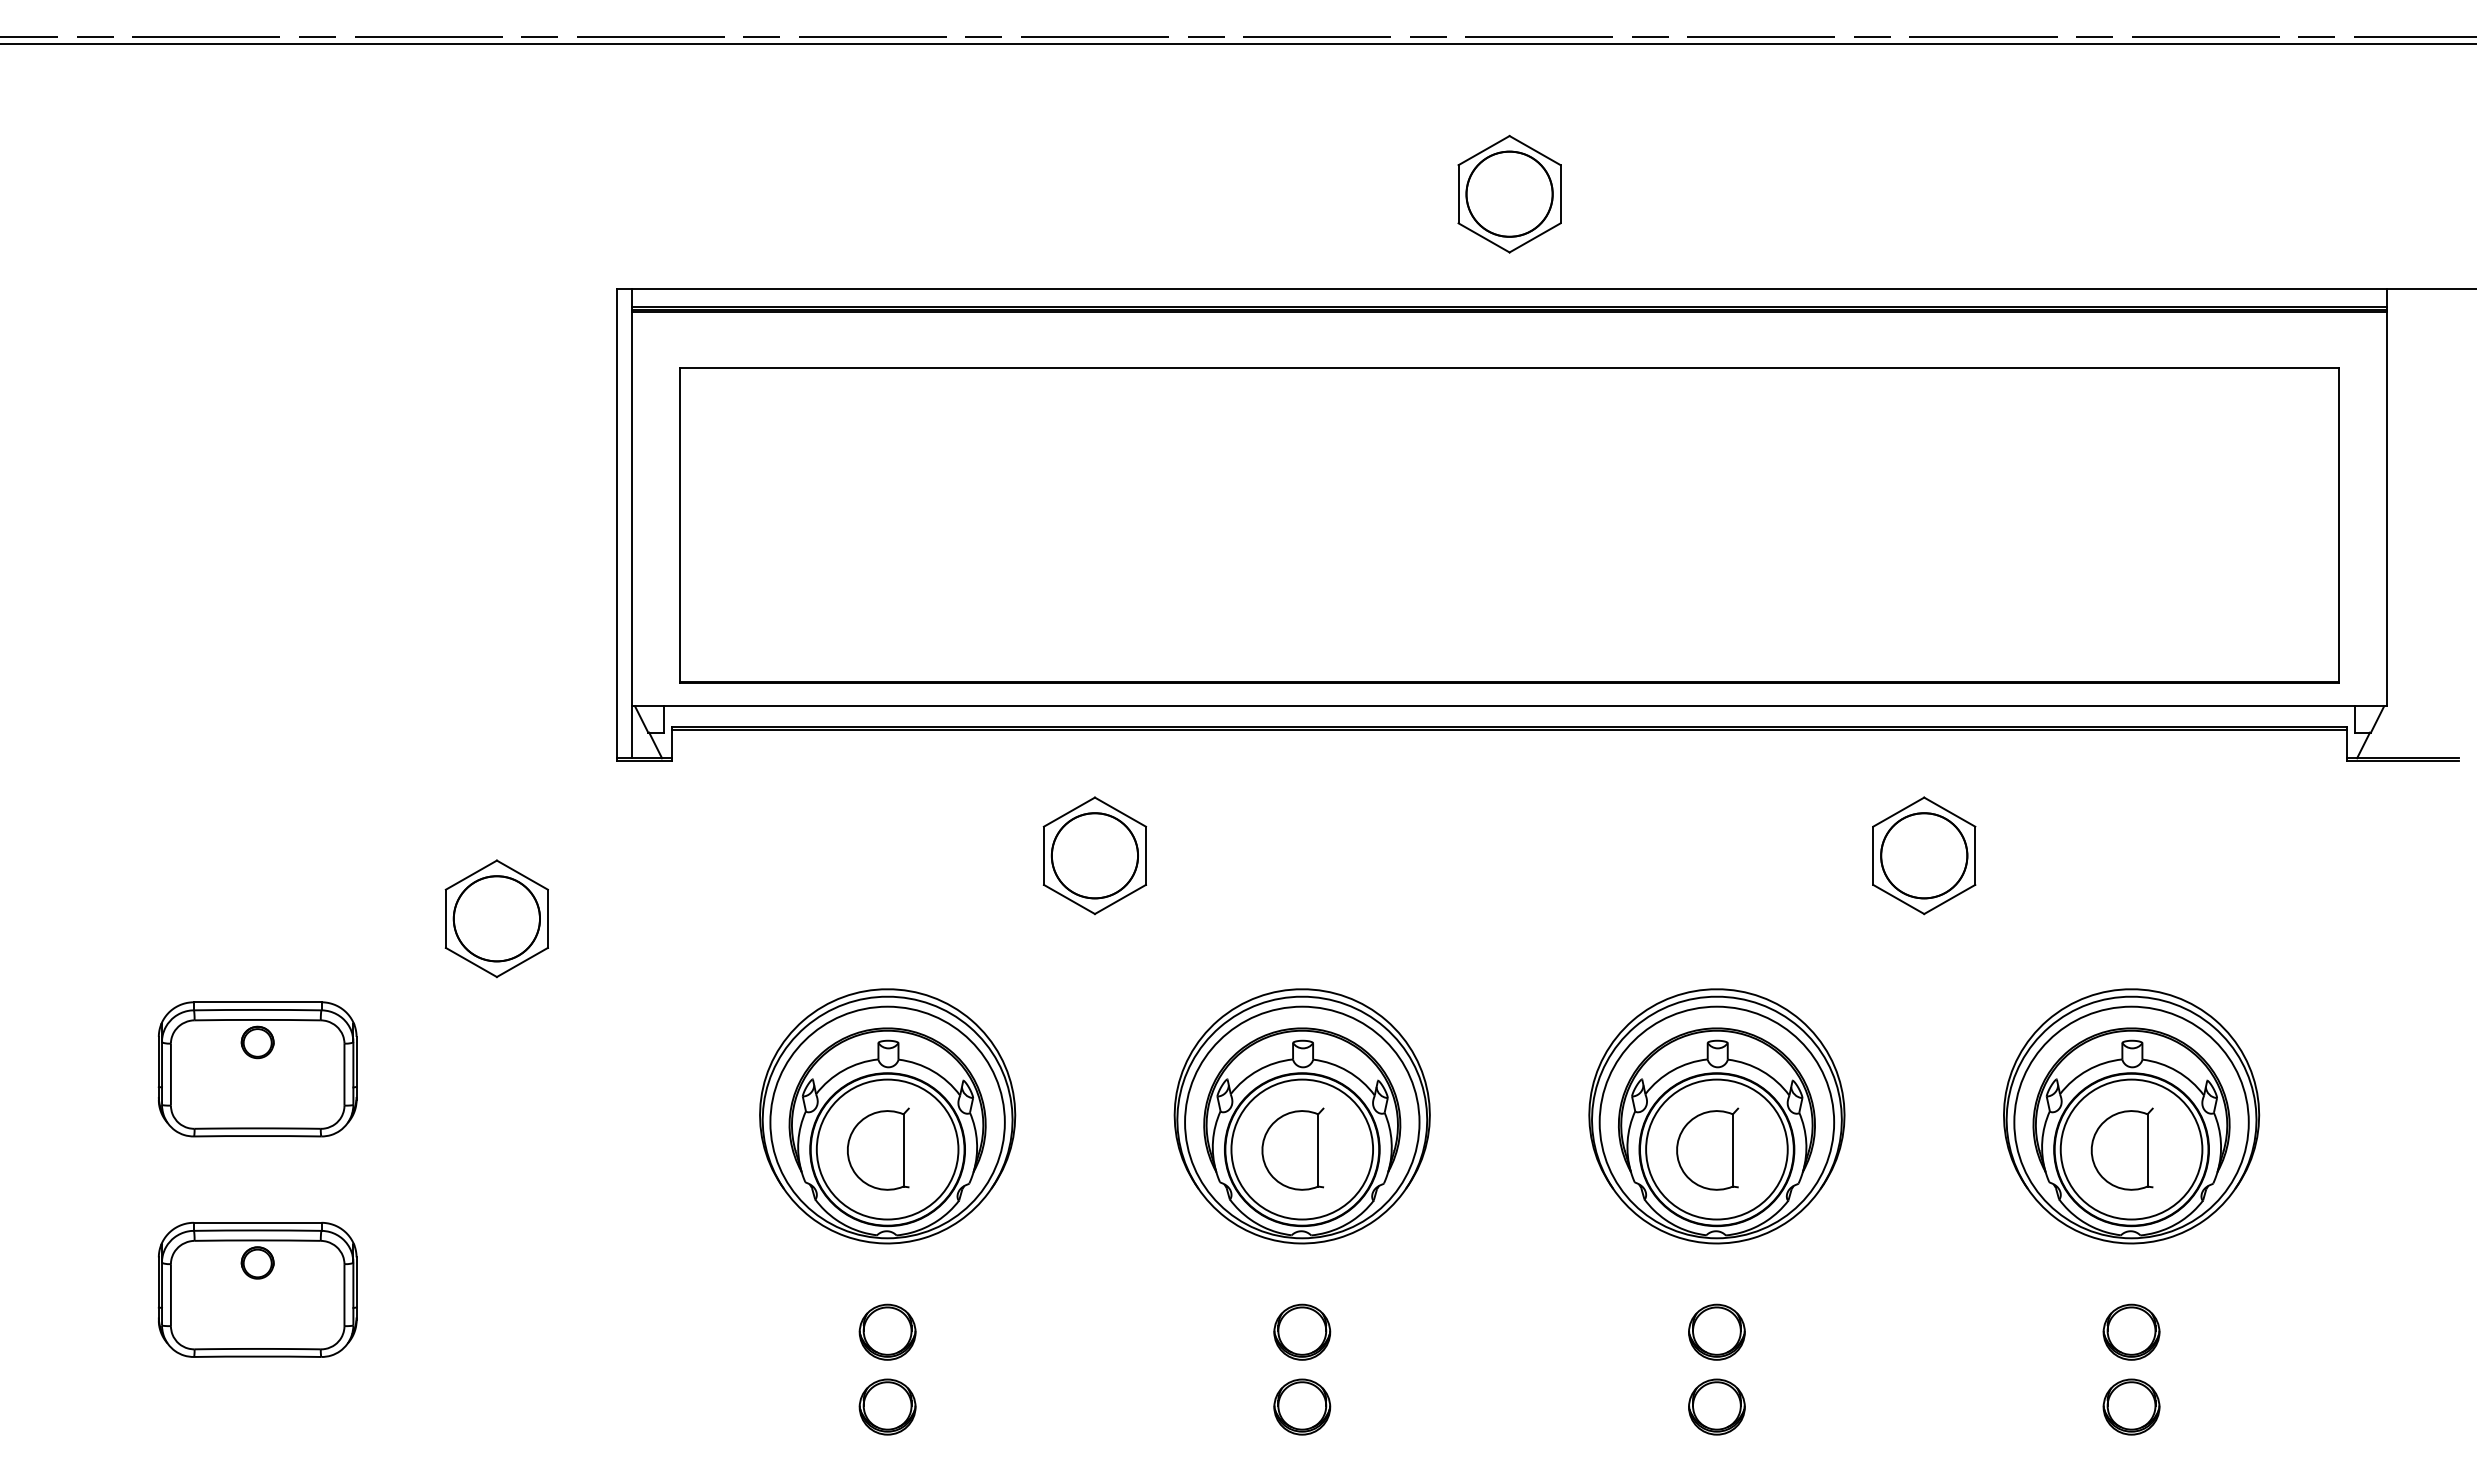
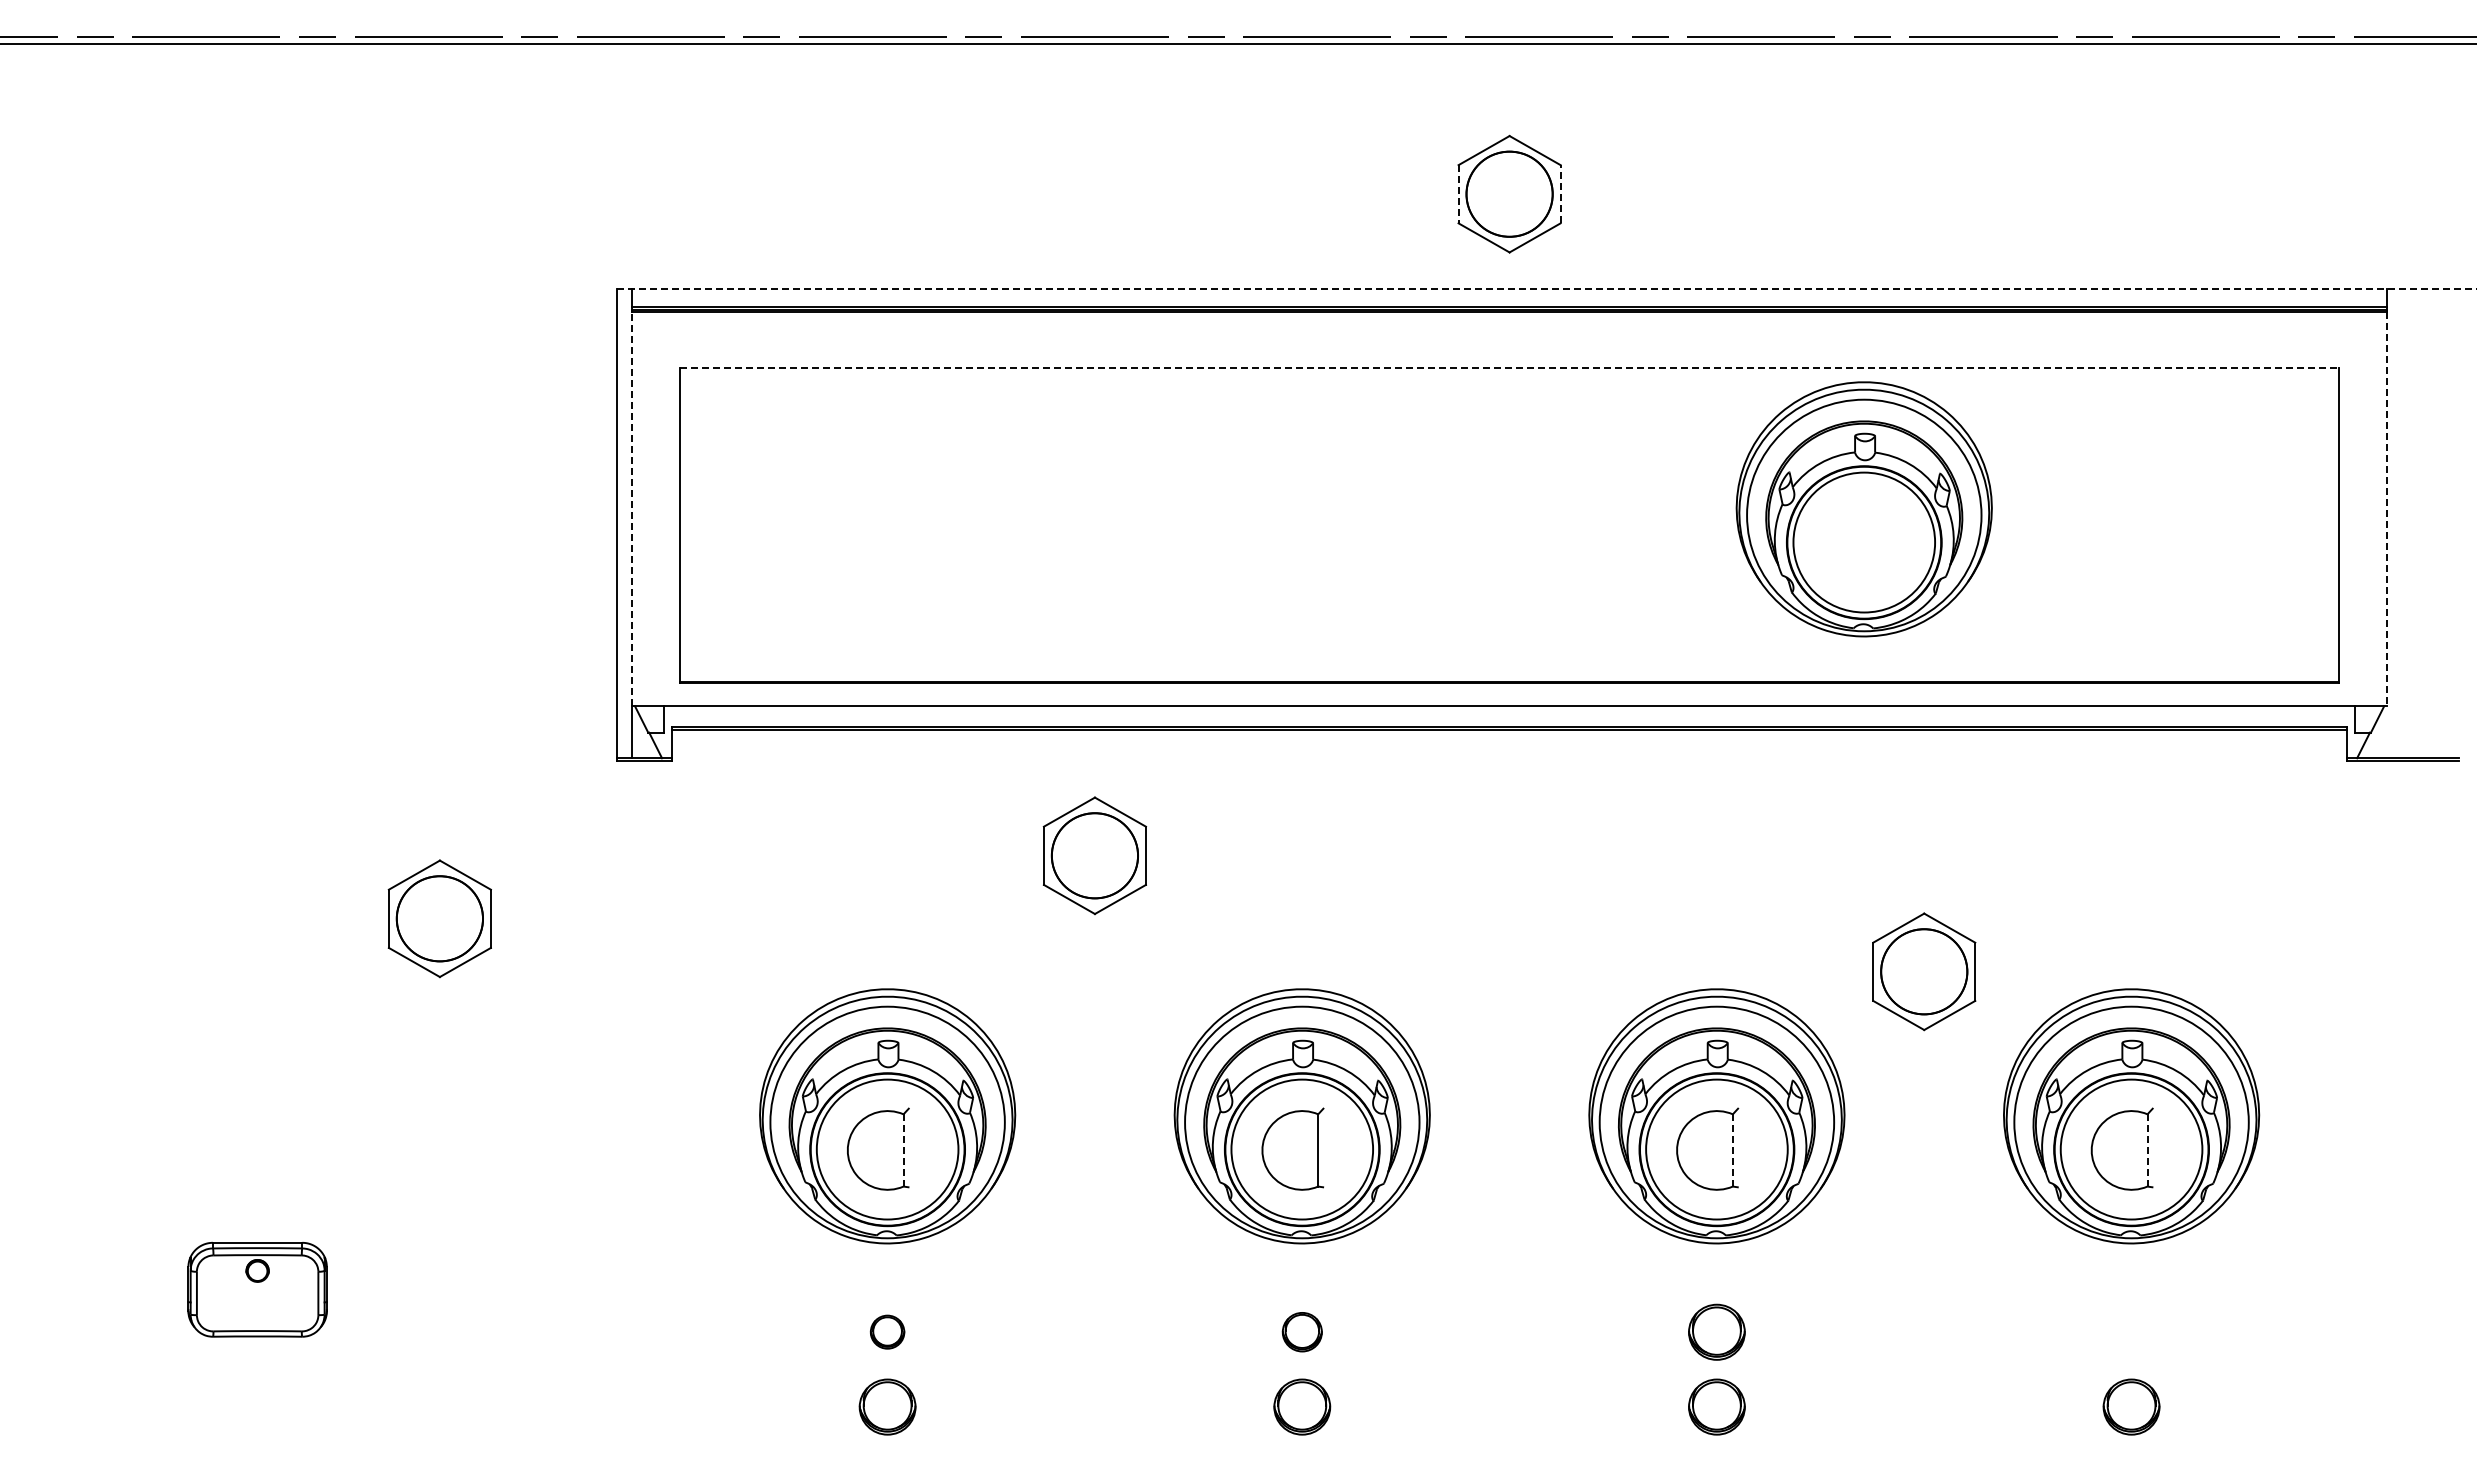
line at (1560, 193): solid -> dashed
line at (1458, 194): solid -> dashed
line at (1546, 288): solid -> dashed
line at (1510, 367): solid -> dashed
line at (632, 509): solid -> dashed
part at (1863, 509): none -> present
line at (2386, 509): solid -> dashed
part at (1924, 855) position: (1924, 855) -> (1924, 971)
part at (496, 918) position: (496, 918) -> (439, 918)
part at (257, 1069): present -> none
line at (903, 1150): solid -> dashed
line at (1732, 1150): solid -> dashed
line at (2147, 1150): solid -> dashed
part at (257, 1289) size: 201x137 px -> 141x97 px
part at (887, 1331) size: 59x58 px -> 37x36 px
part at (1302, 1331) size: 59x58 px -> 42x41 px
part at (2131, 1331): present -> none
